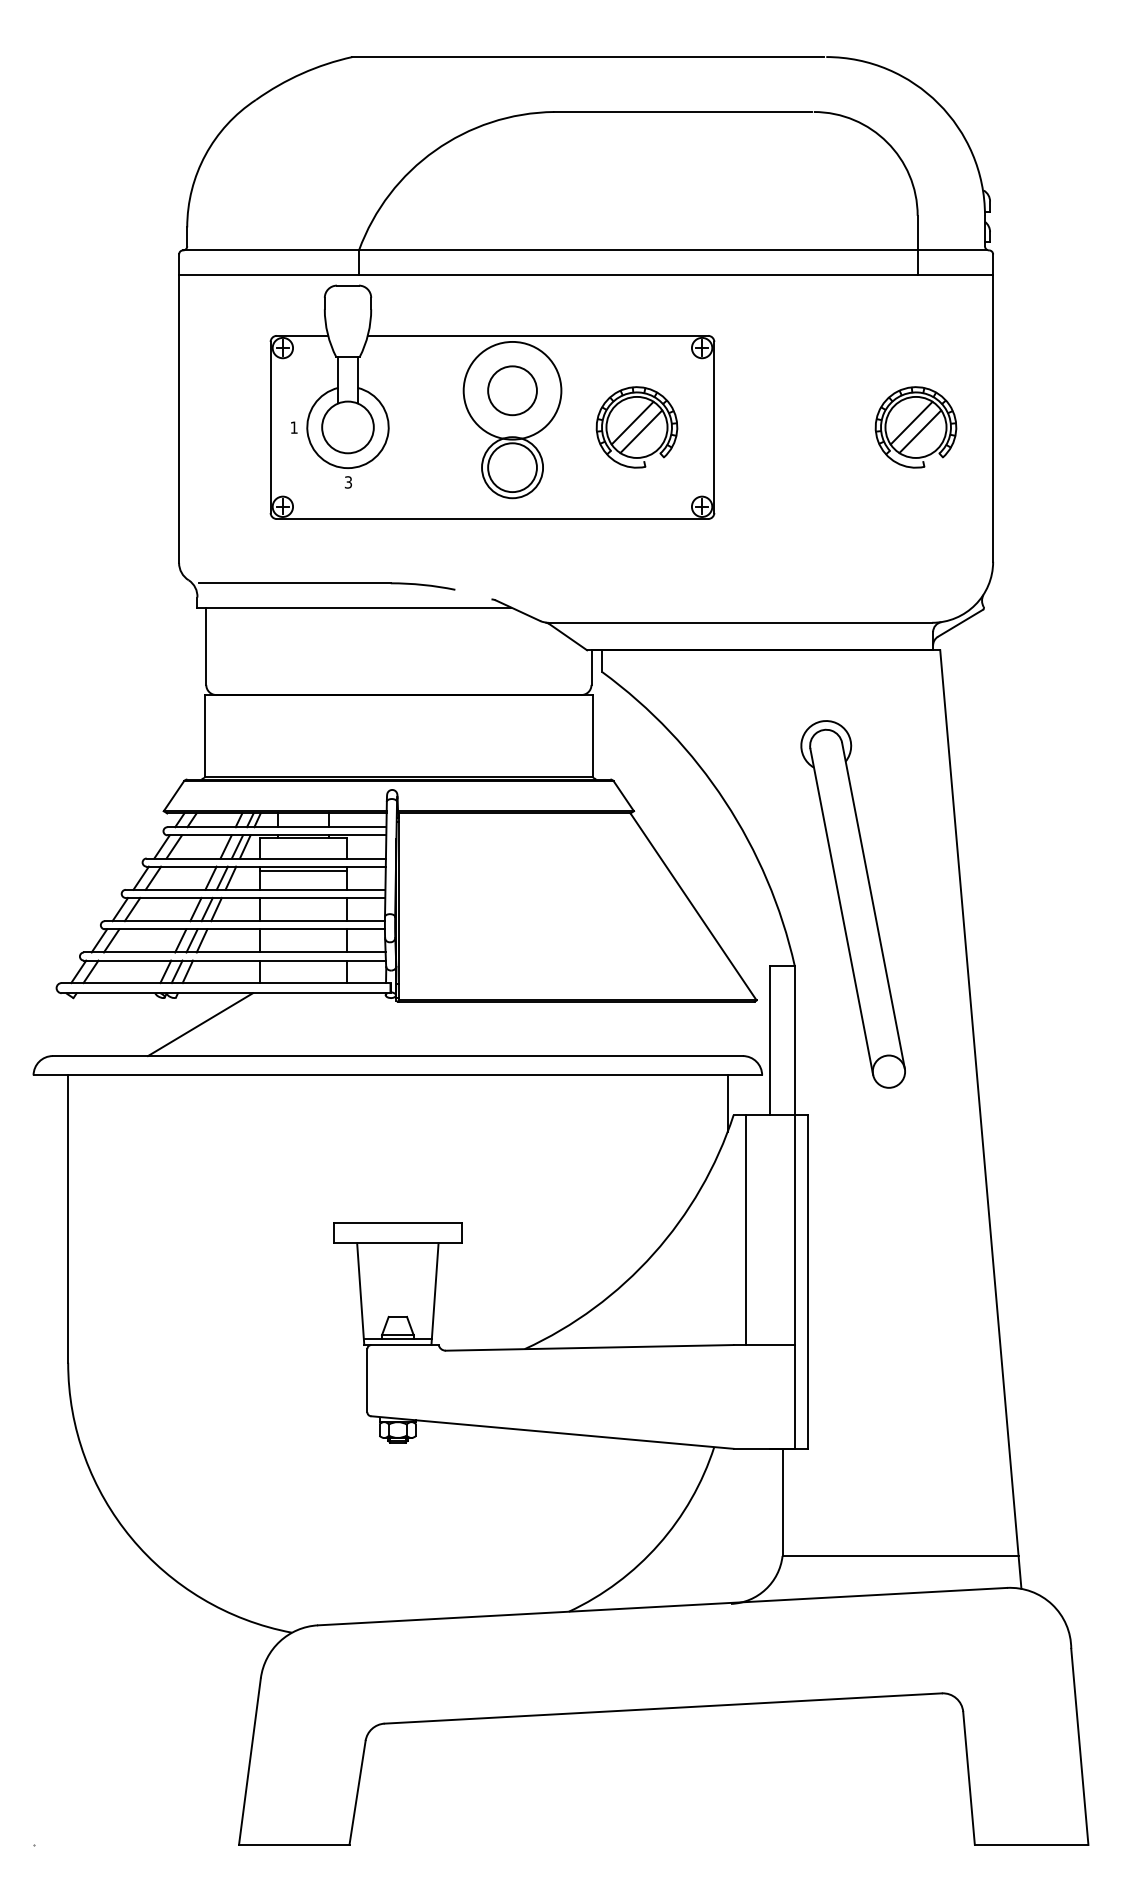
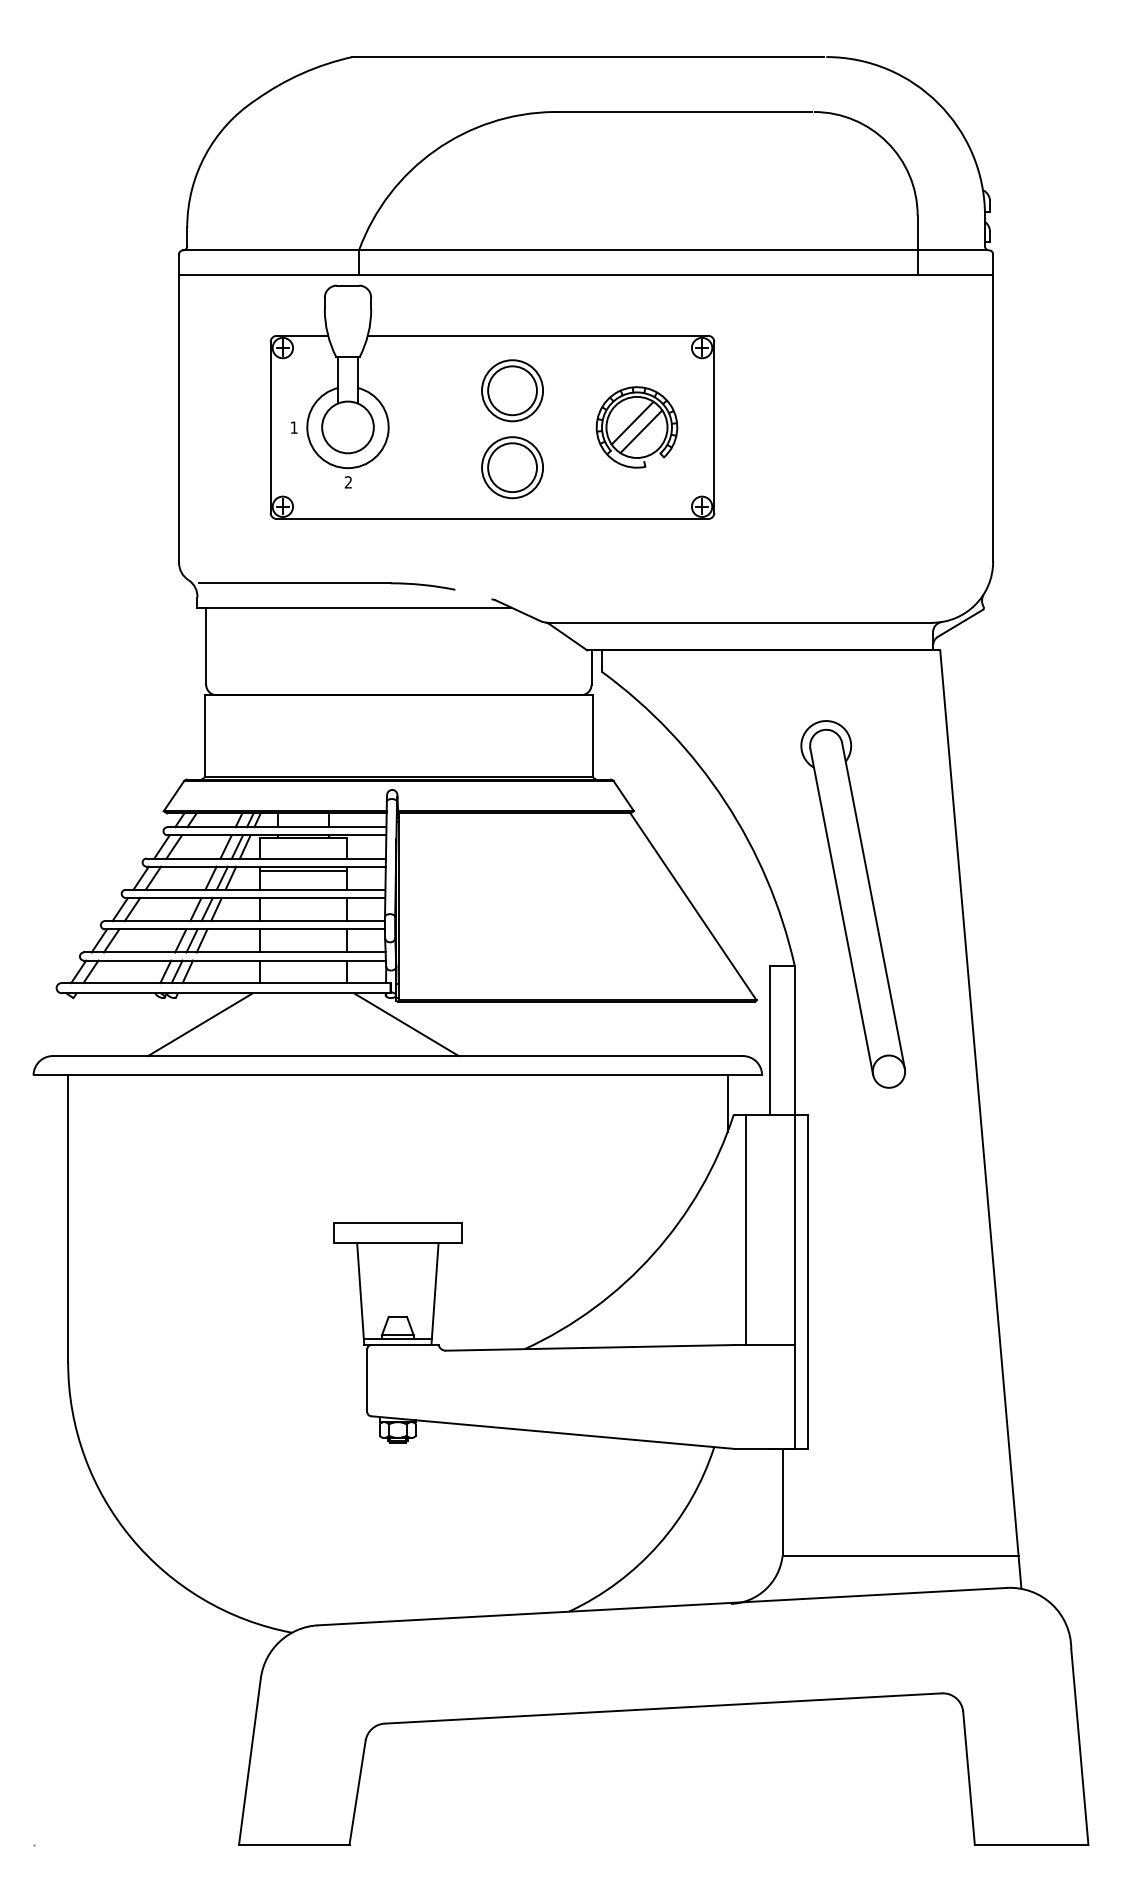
circle at (512, 390) diameter: 98 px -> 61 px
part at (915, 427): present -> none
text at (348, 482): 3 -> 2
line at (405, 1024): none -> present
